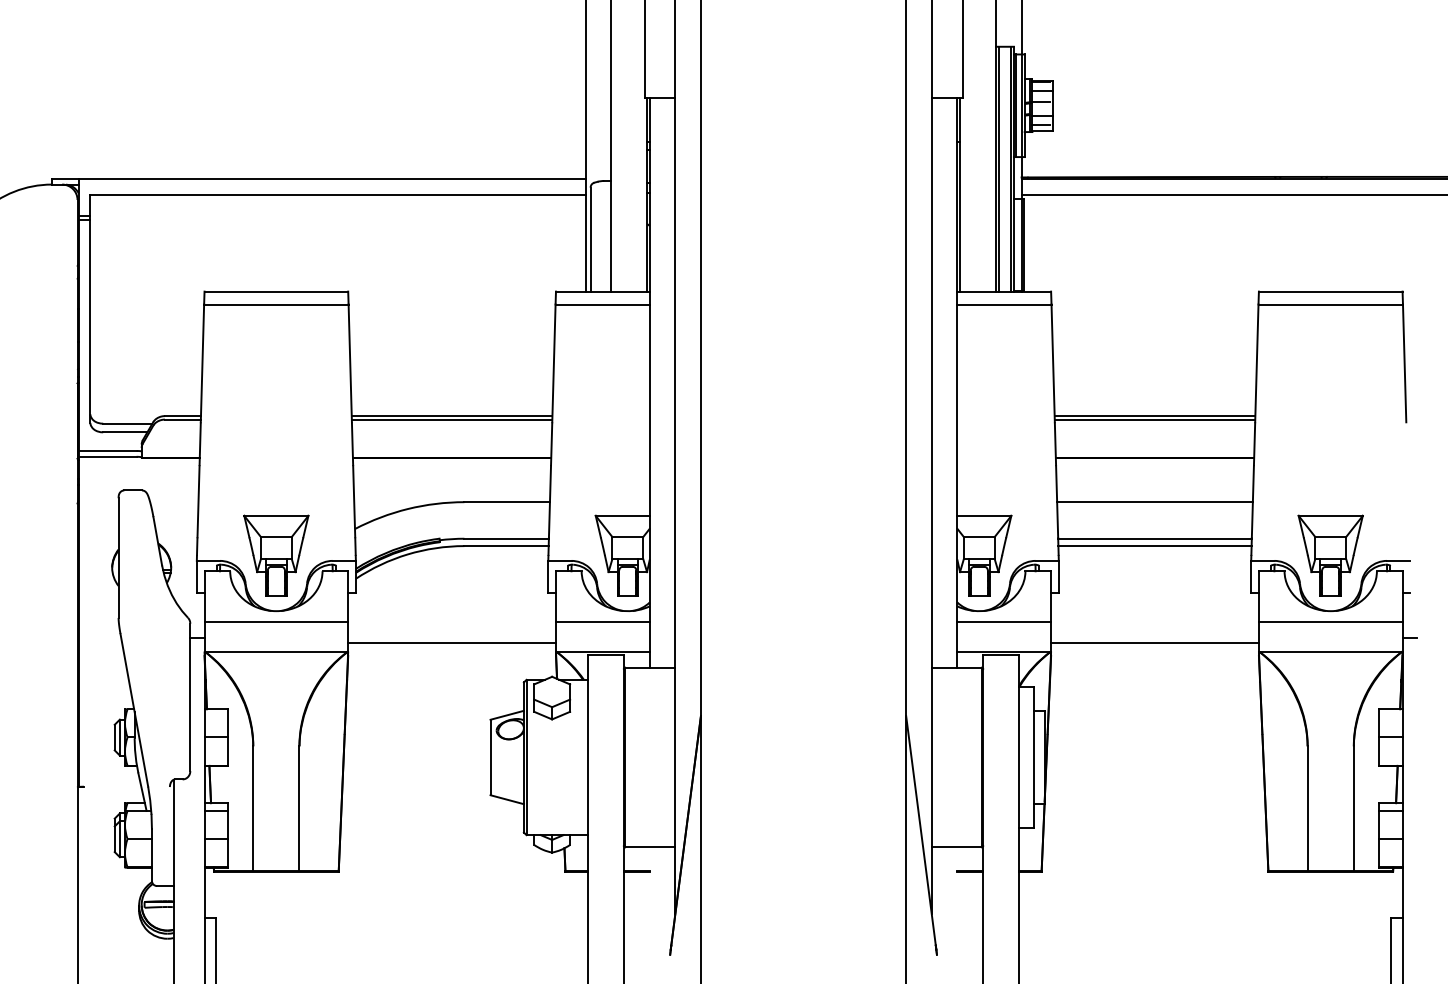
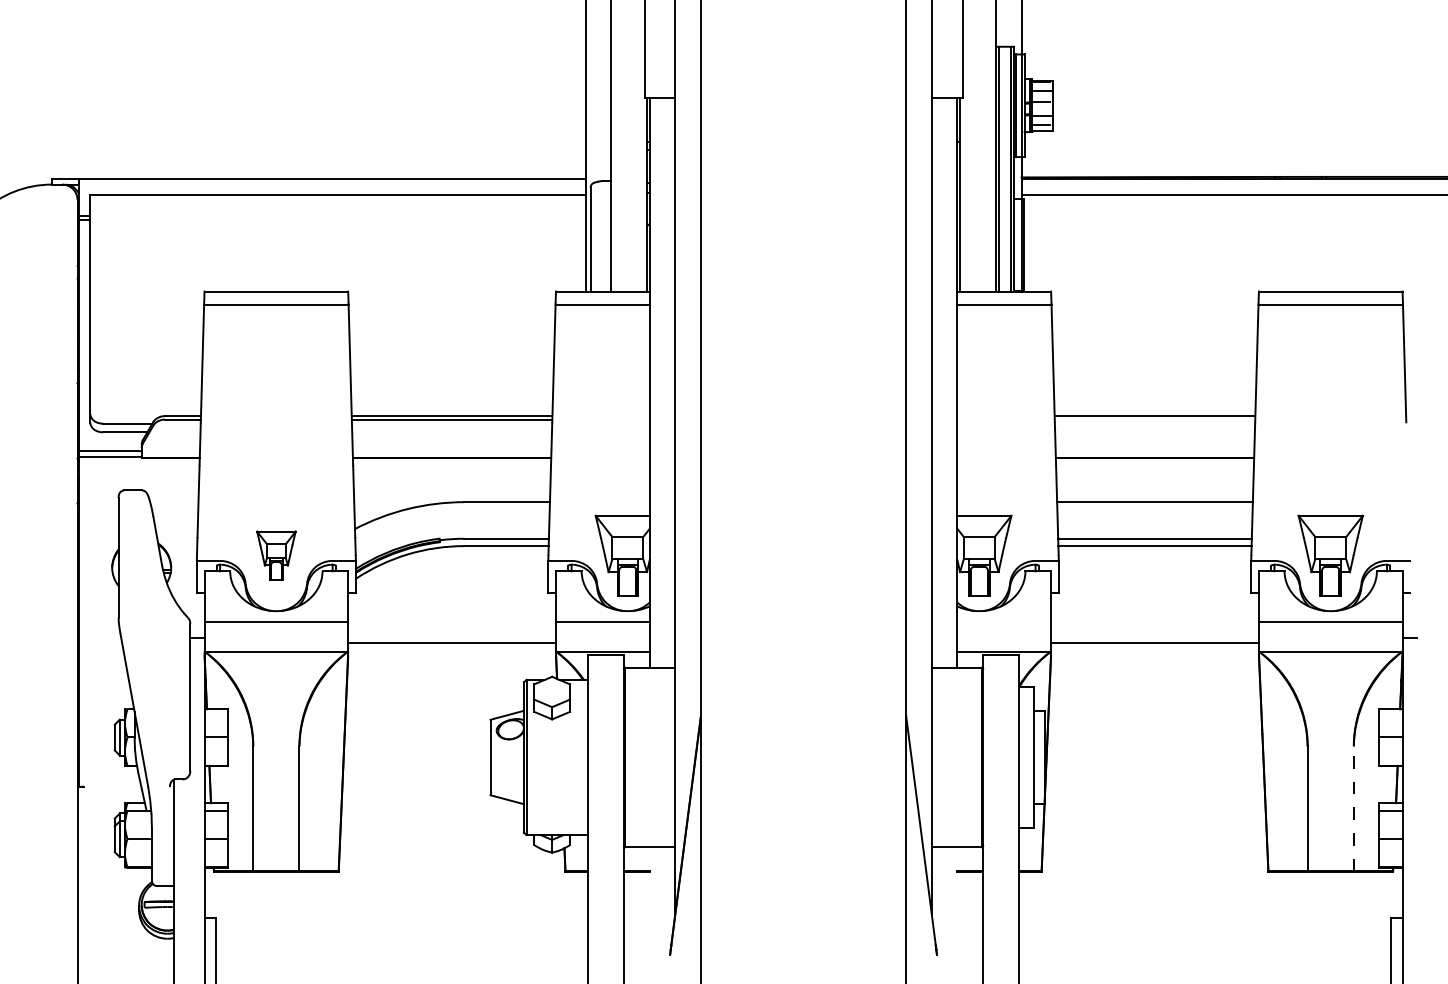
line at (1154, 419): present -> none
part at (276, 555) size: 67x83 px -> 41x51 px
line at (1004, 621): present -> none
line at (1353, 808): solid -> dashed
